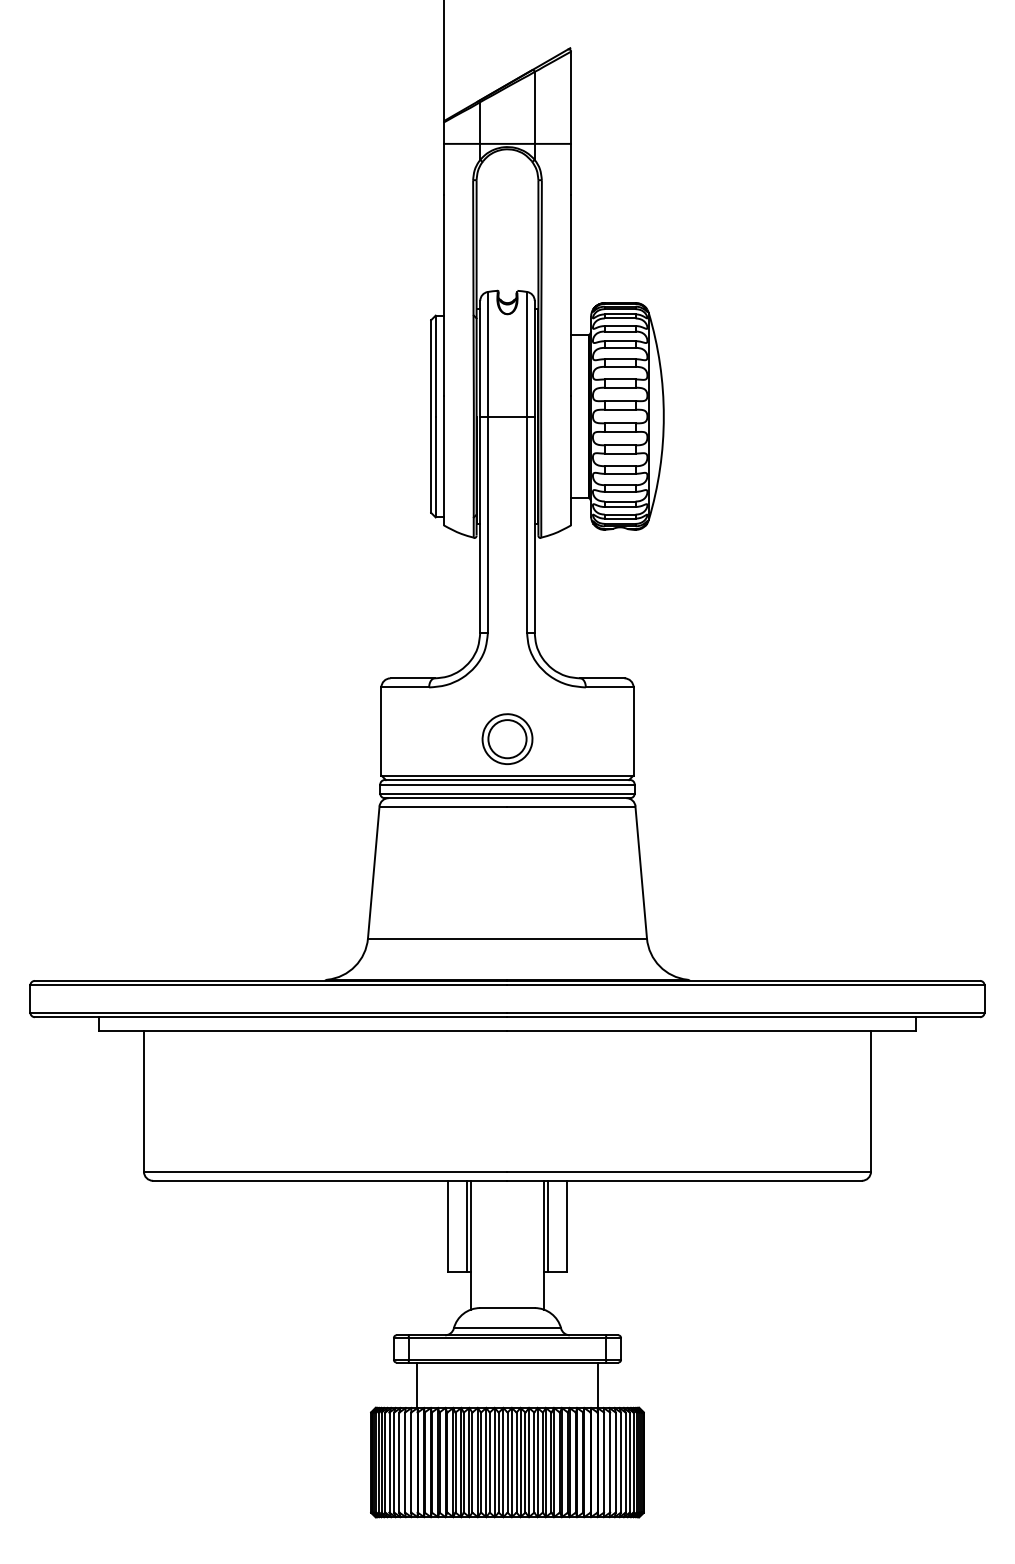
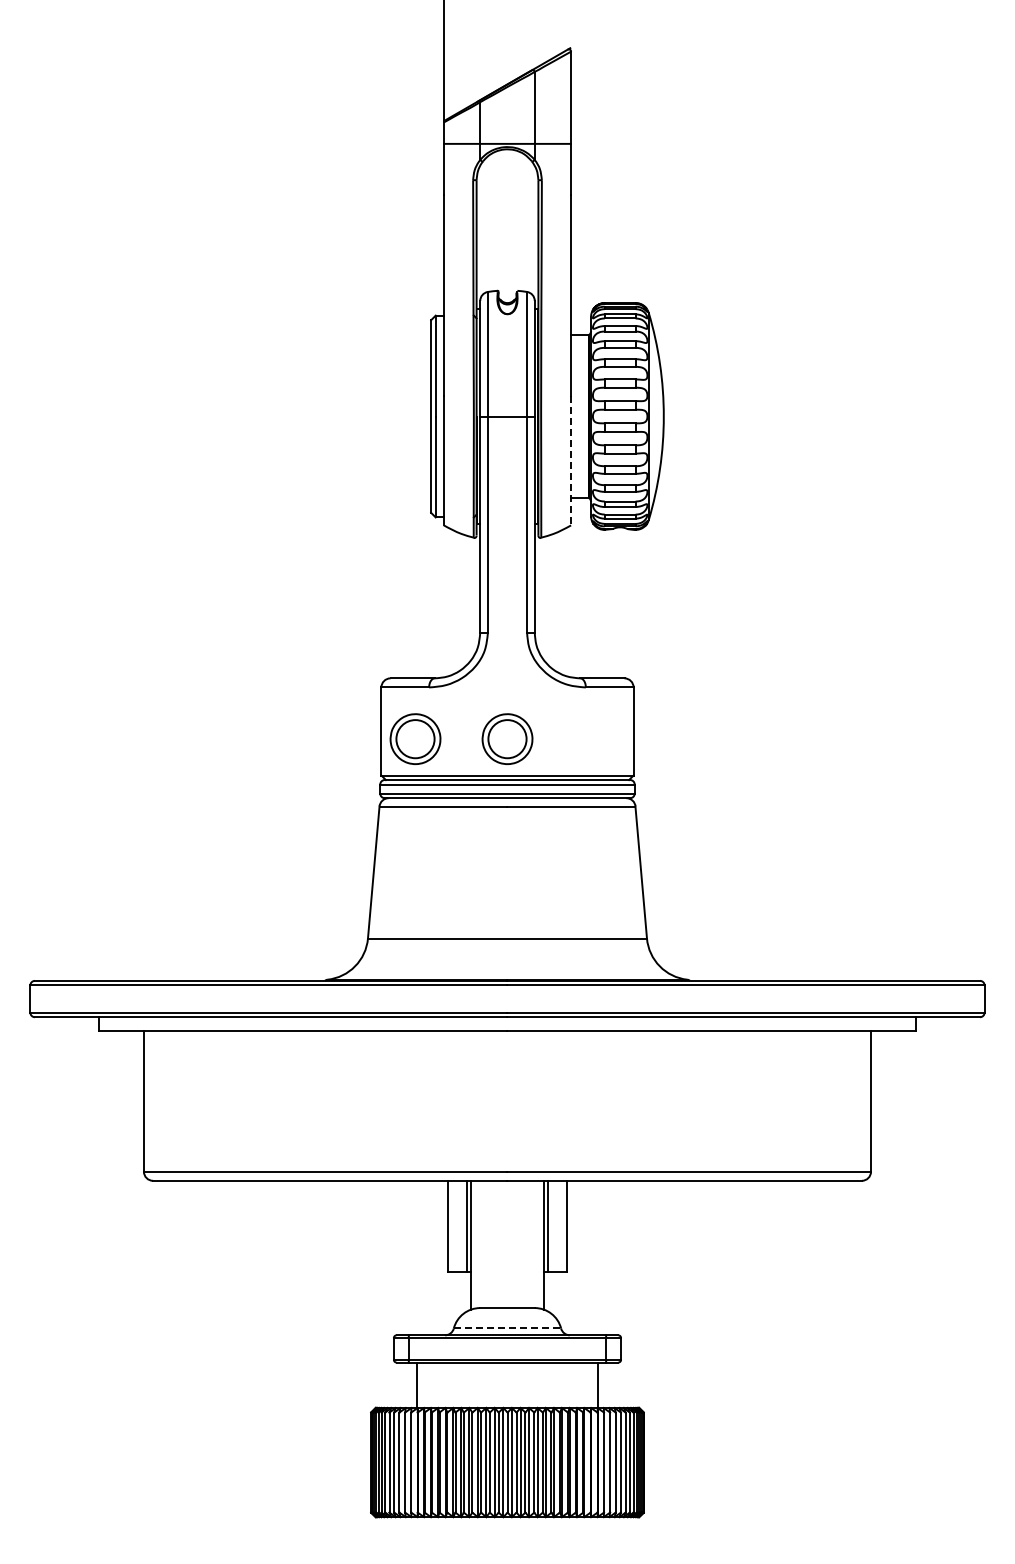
line at (571, 460): solid -> dashed
part at (415, 738): none -> present
line at (507, 1328): solid -> dashed
